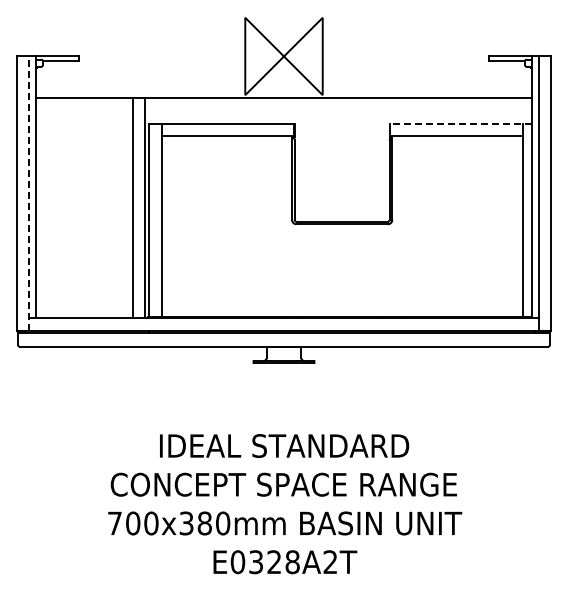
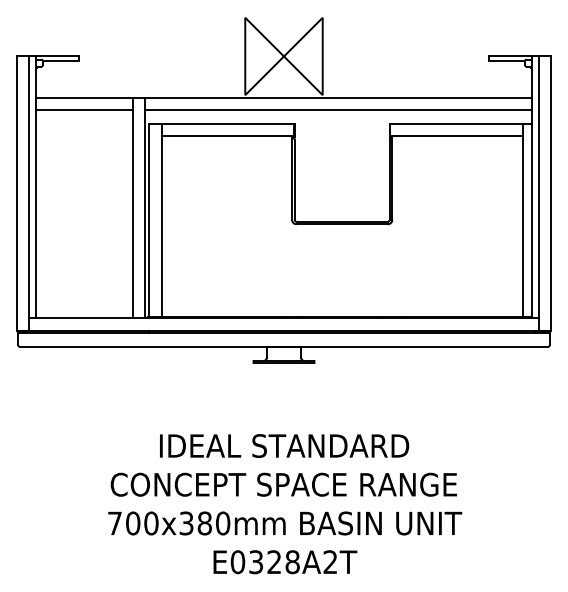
line at (84, 109): none -> present
line at (338, 109): none -> present
line at (460, 123): dashed -> solid
line at (29, 193): dashed -> solid
